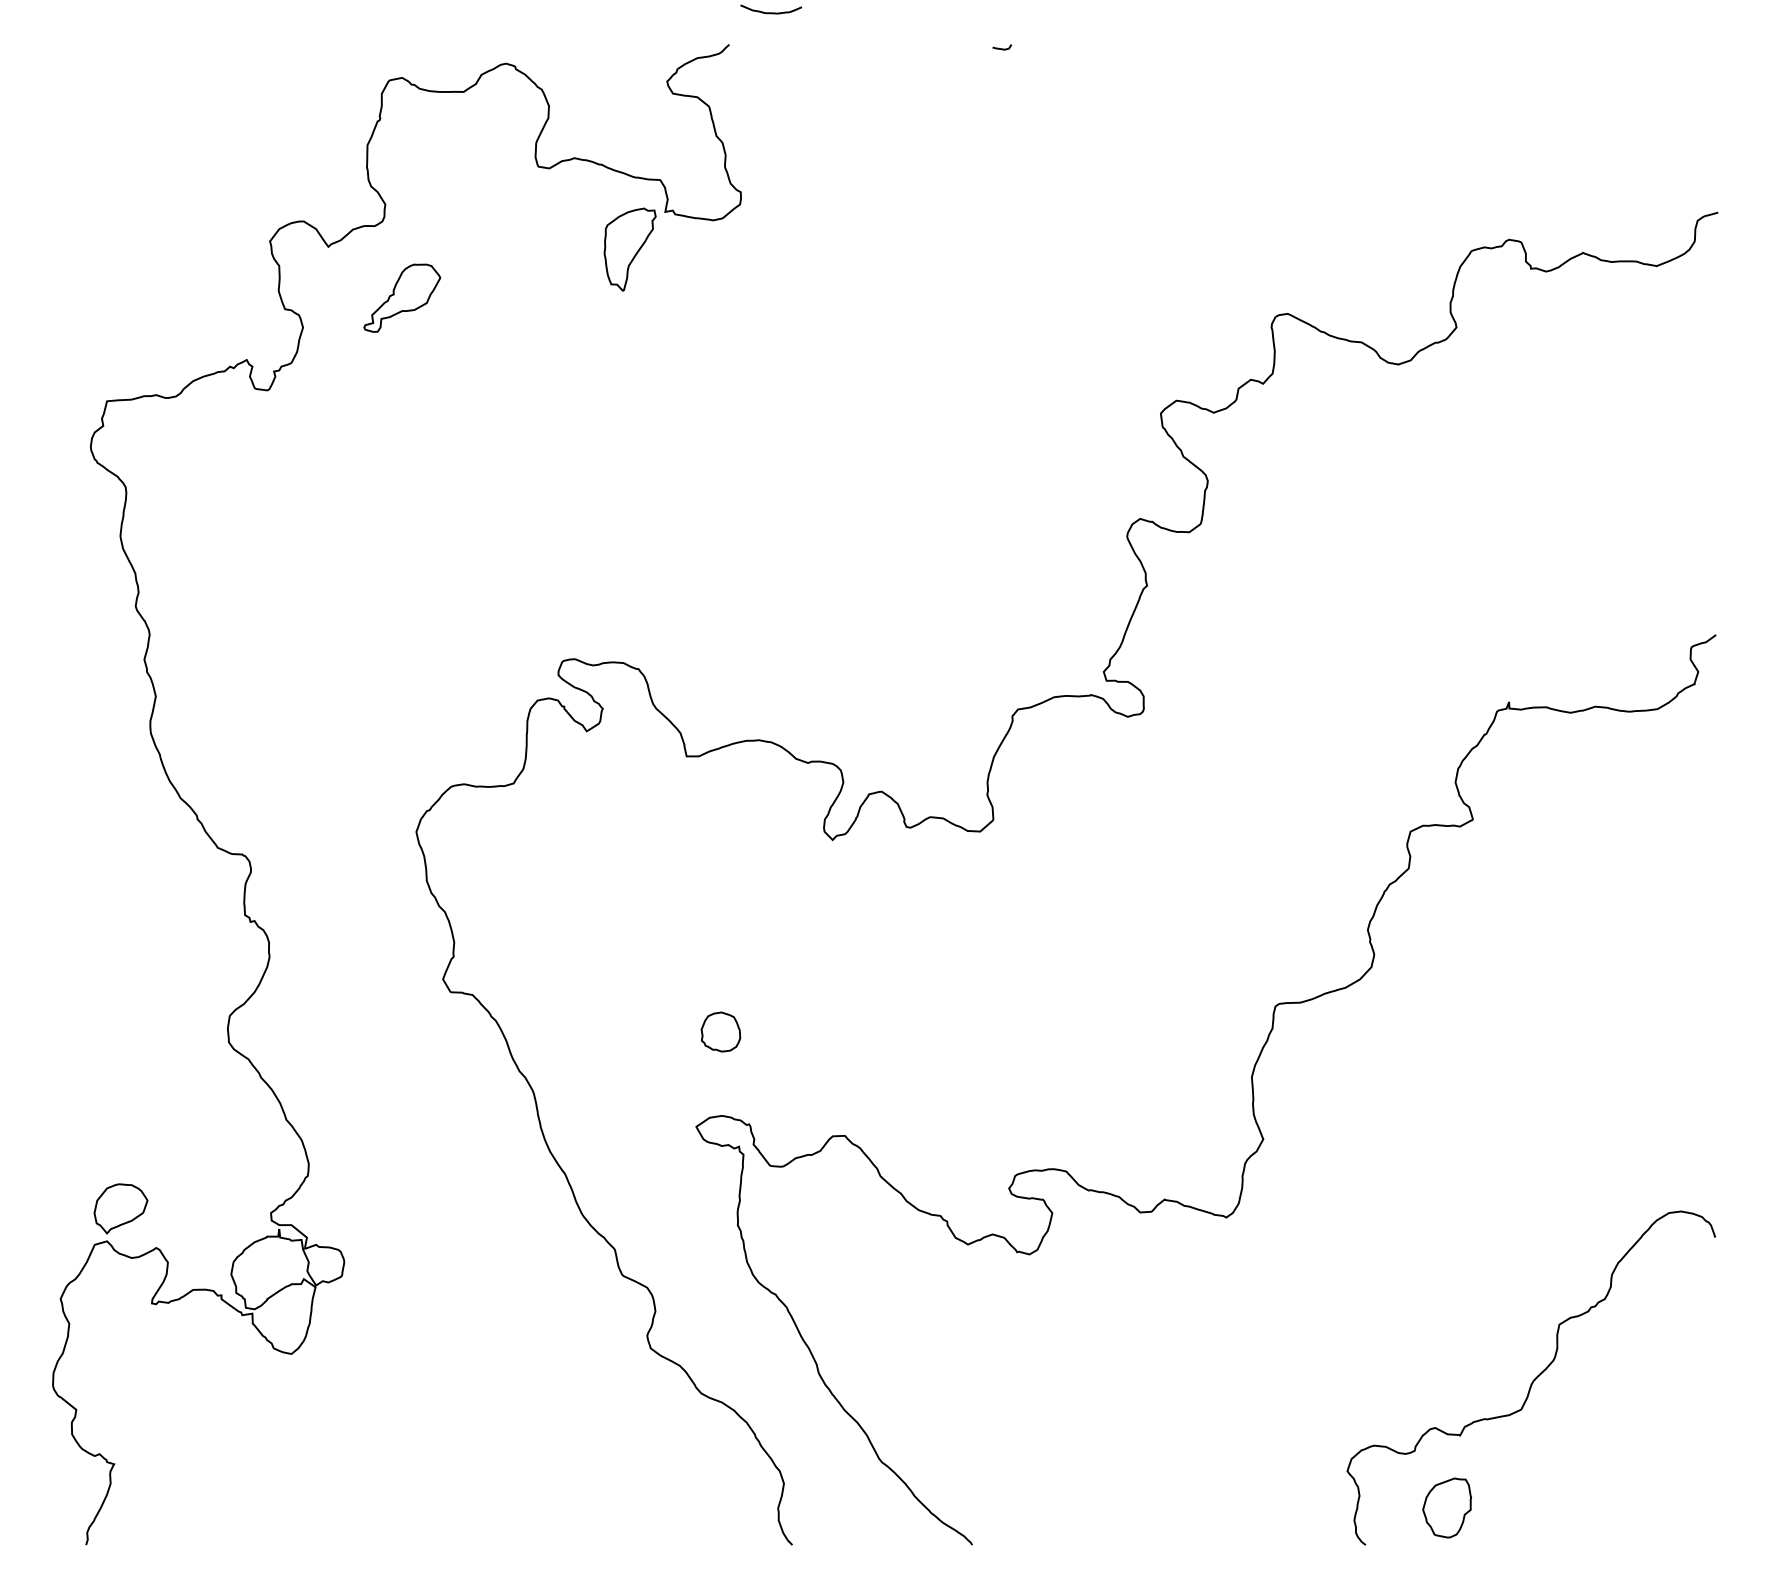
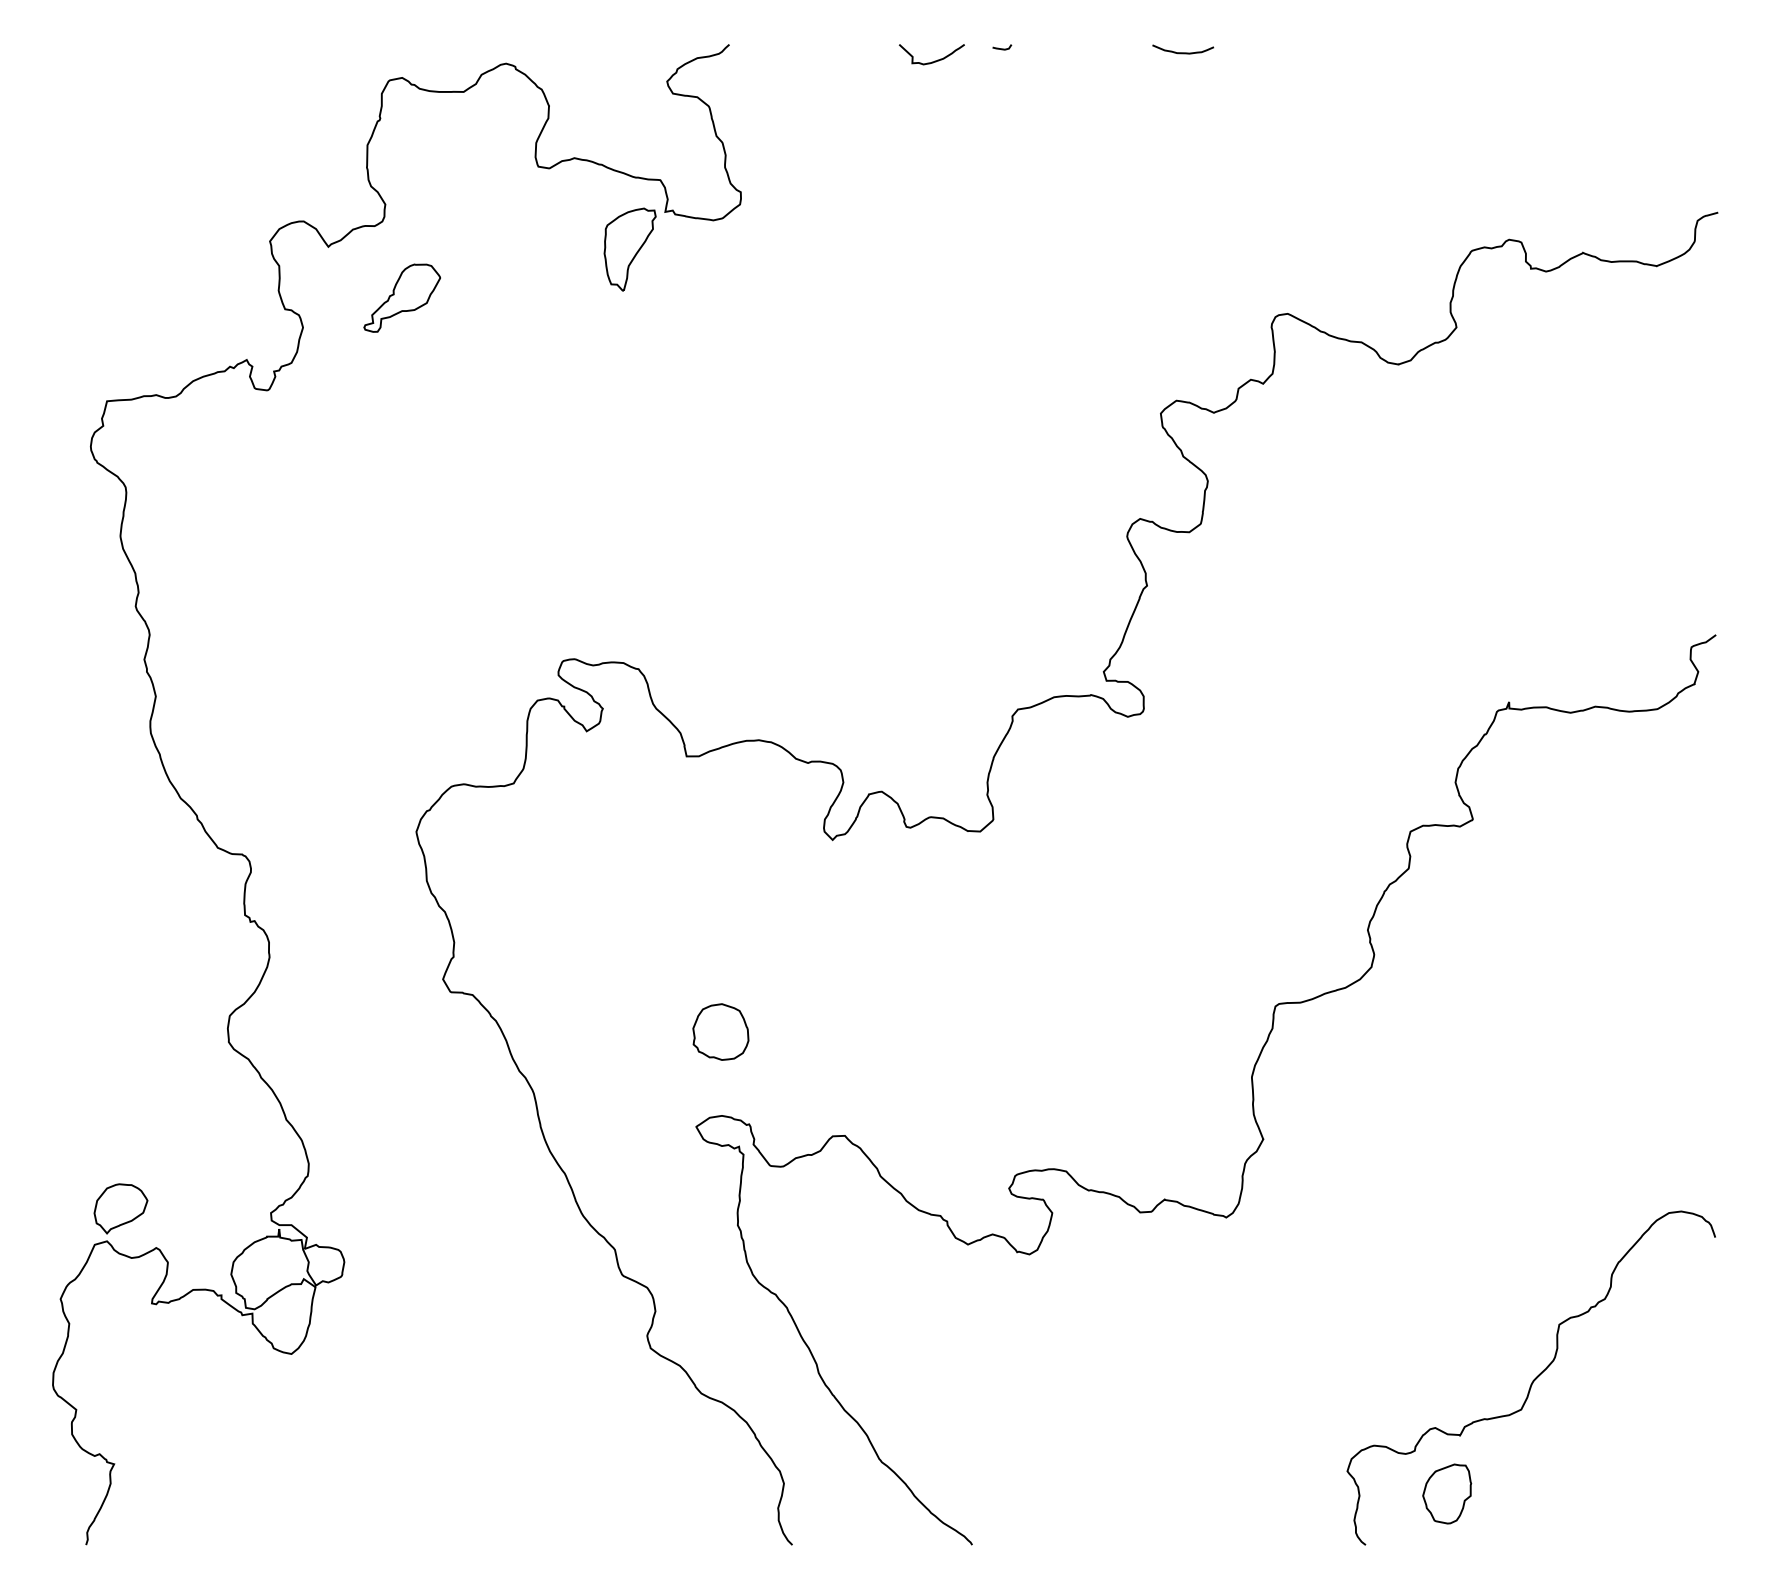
curve at (771, 12) position: (771, 12) -> (1183, 52)
curve at (934, 60): none -> present
part at (720, 1031) size: 42x42 px -> 58x58 px
part at (1447, 1507) position: (1447, 1507) -> (1447, 1493)
